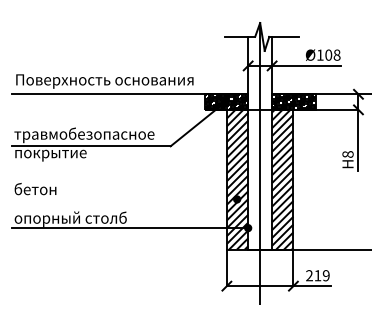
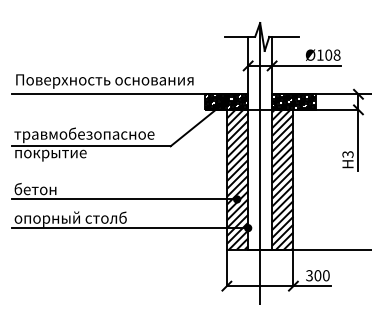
text at (347, 154): H8 -> H3
line at (124, 199): none -> present
text at (317, 275): 219 -> 300
